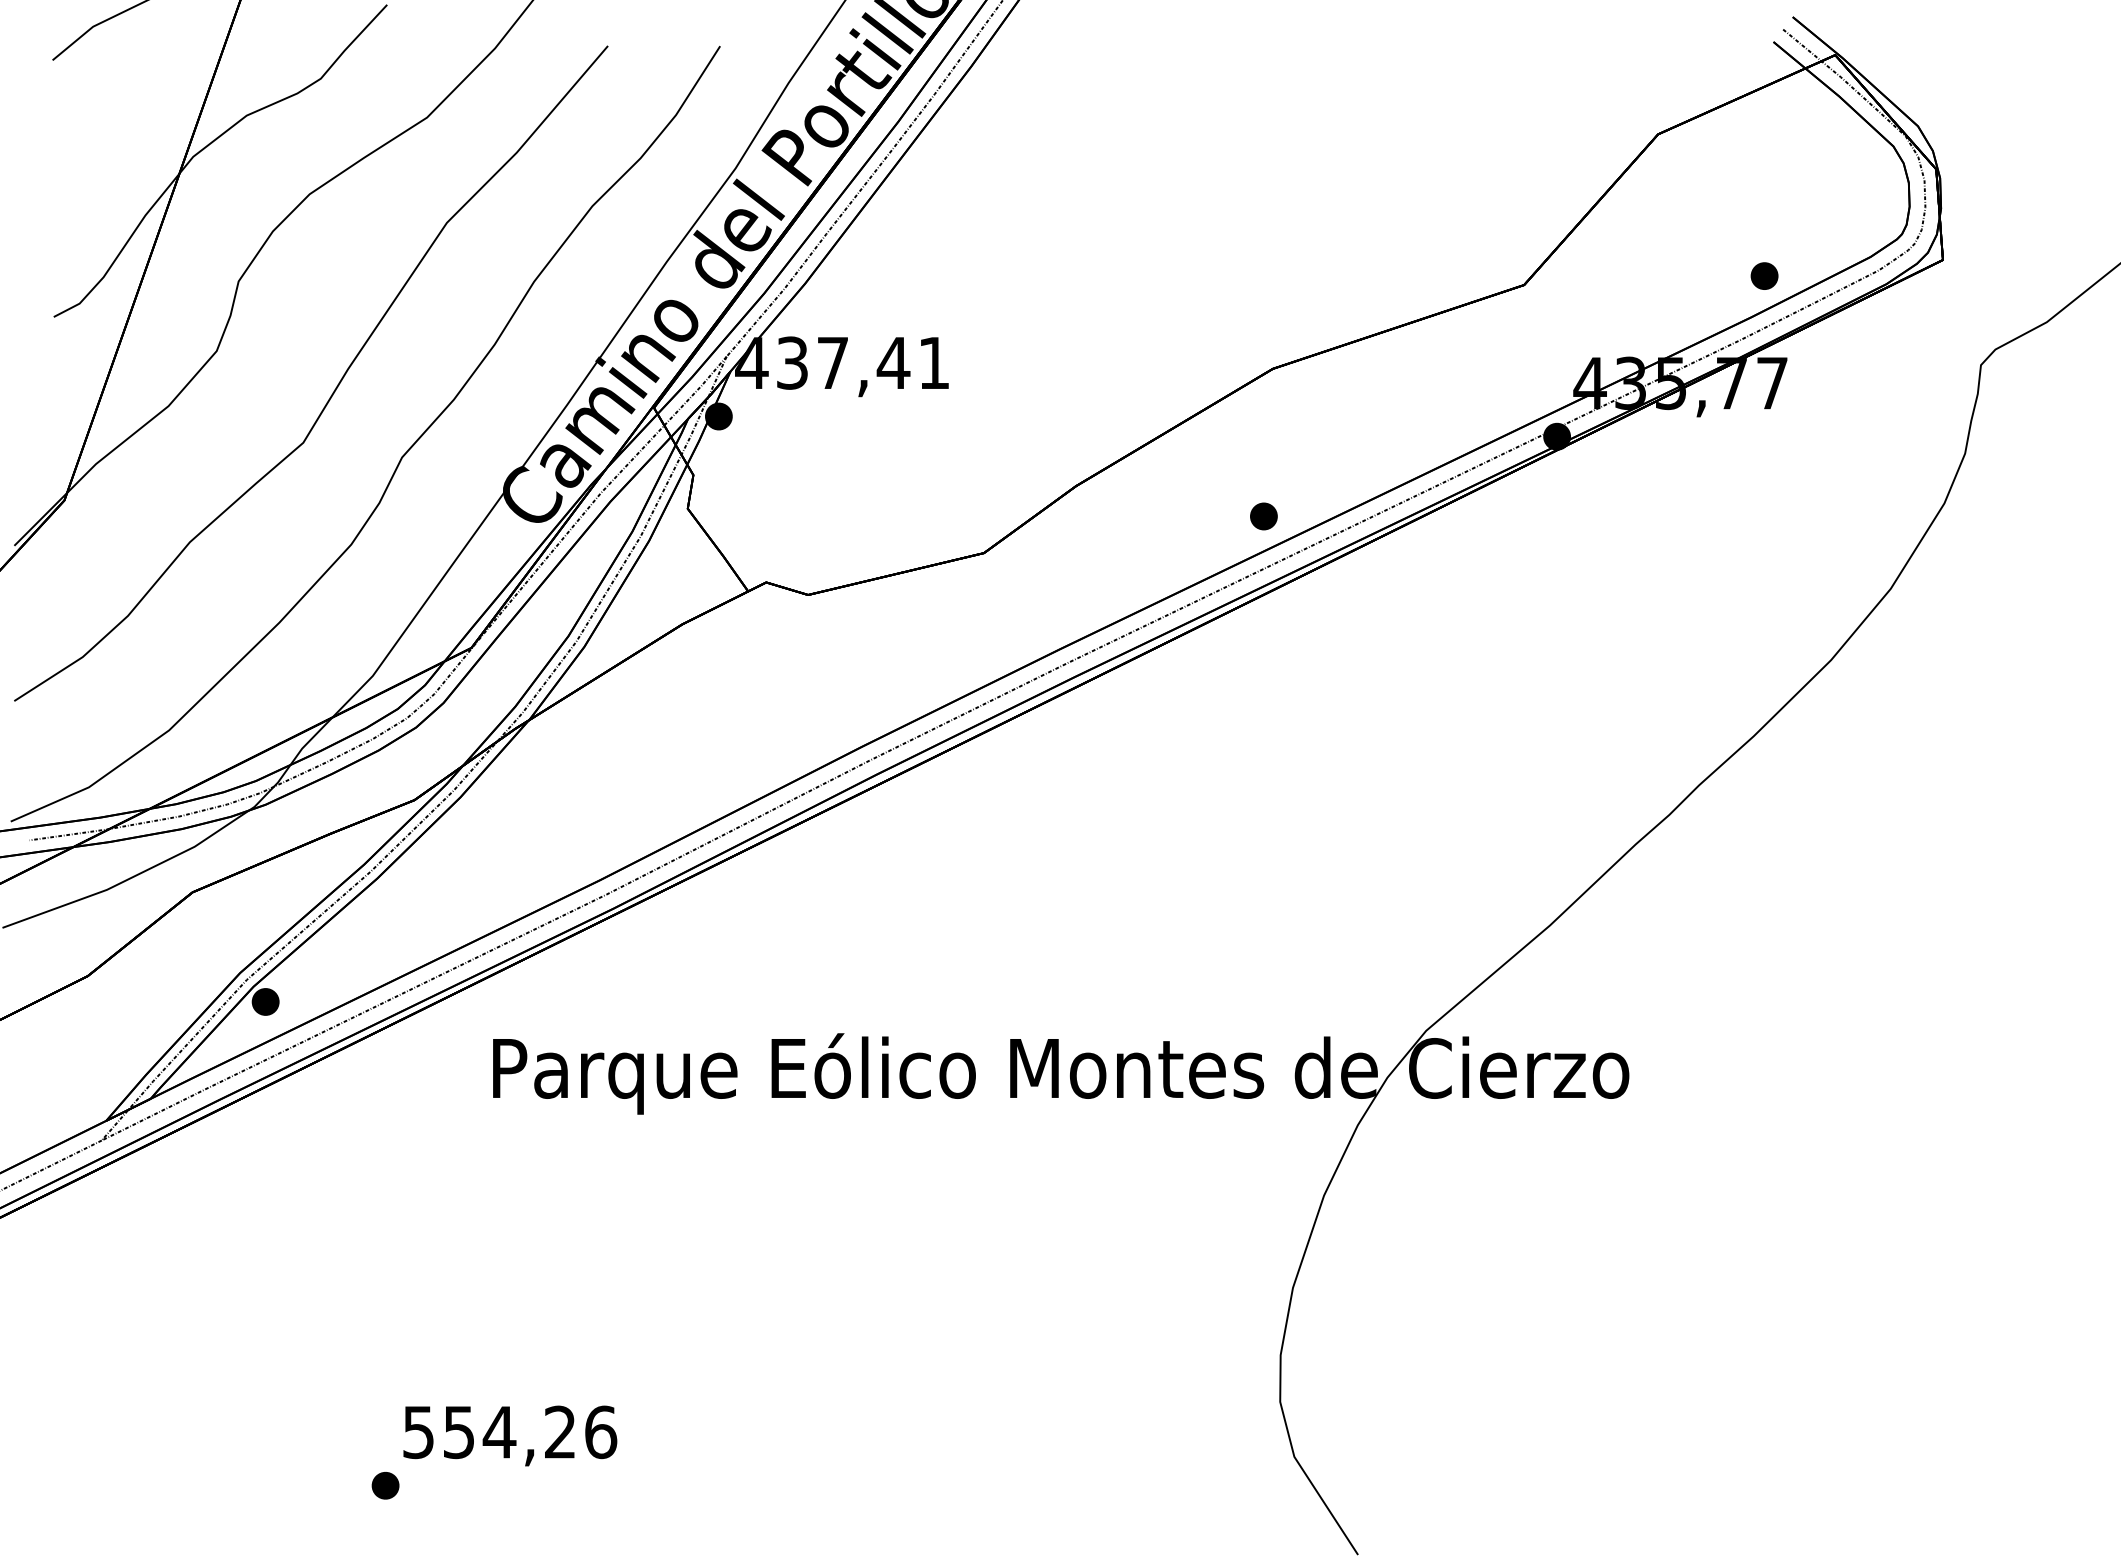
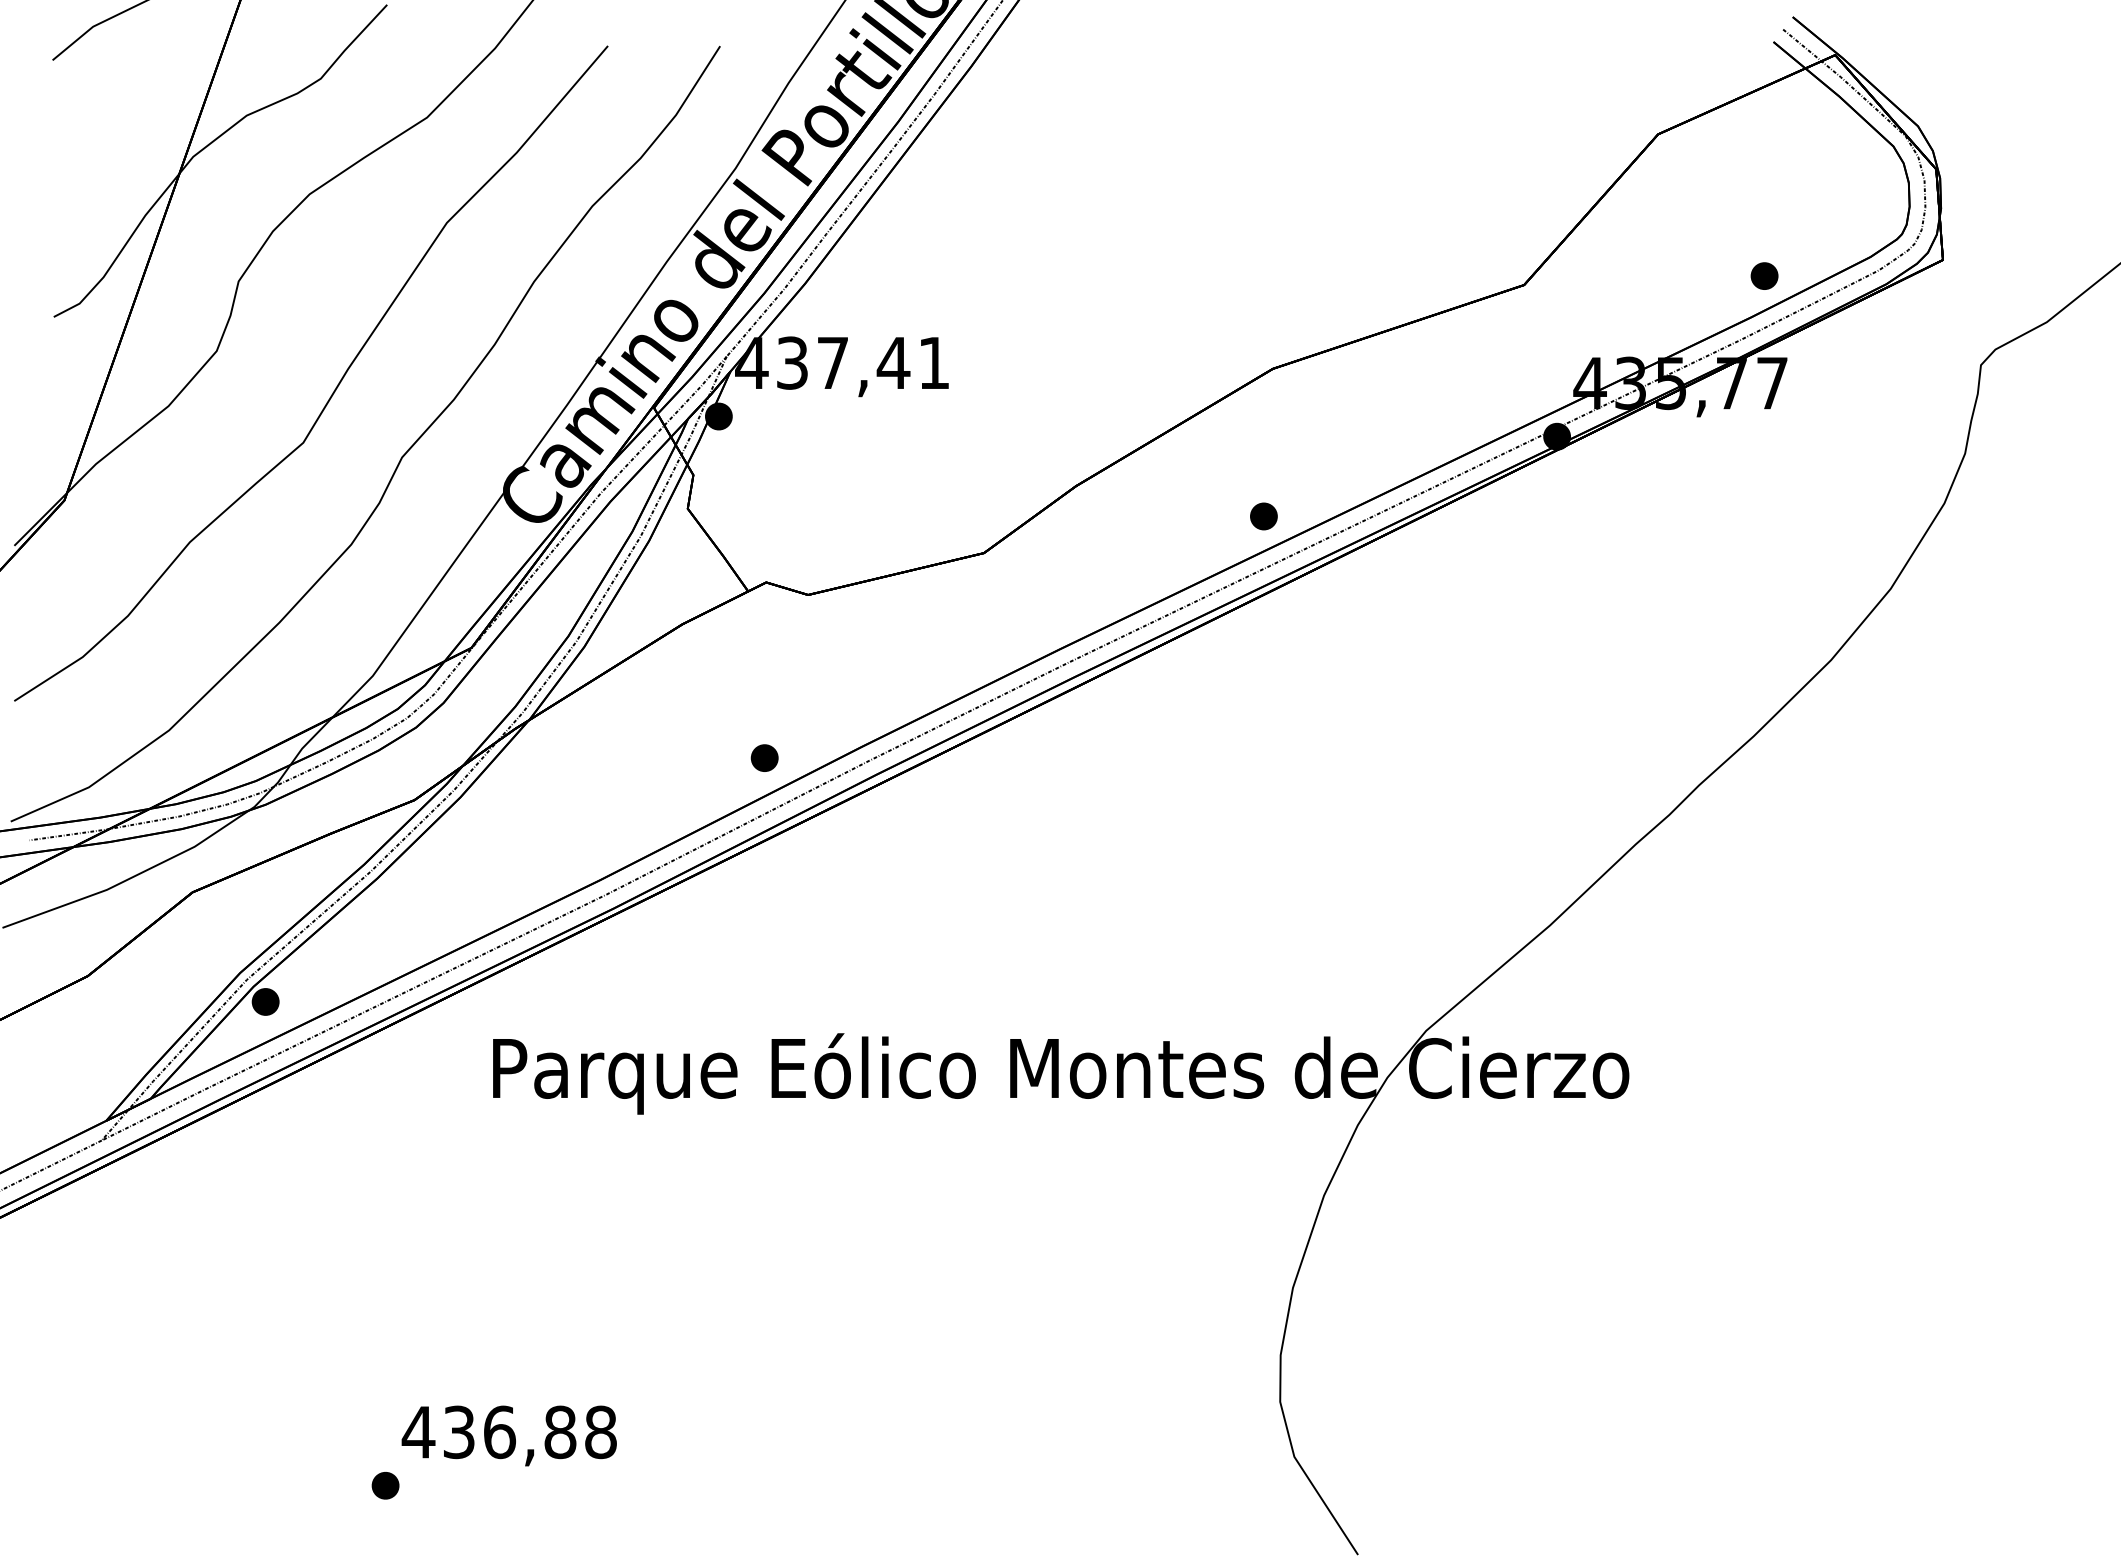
part at (764, 757): none -> present
text at (509, 1432): 554,26 -> 436,88
